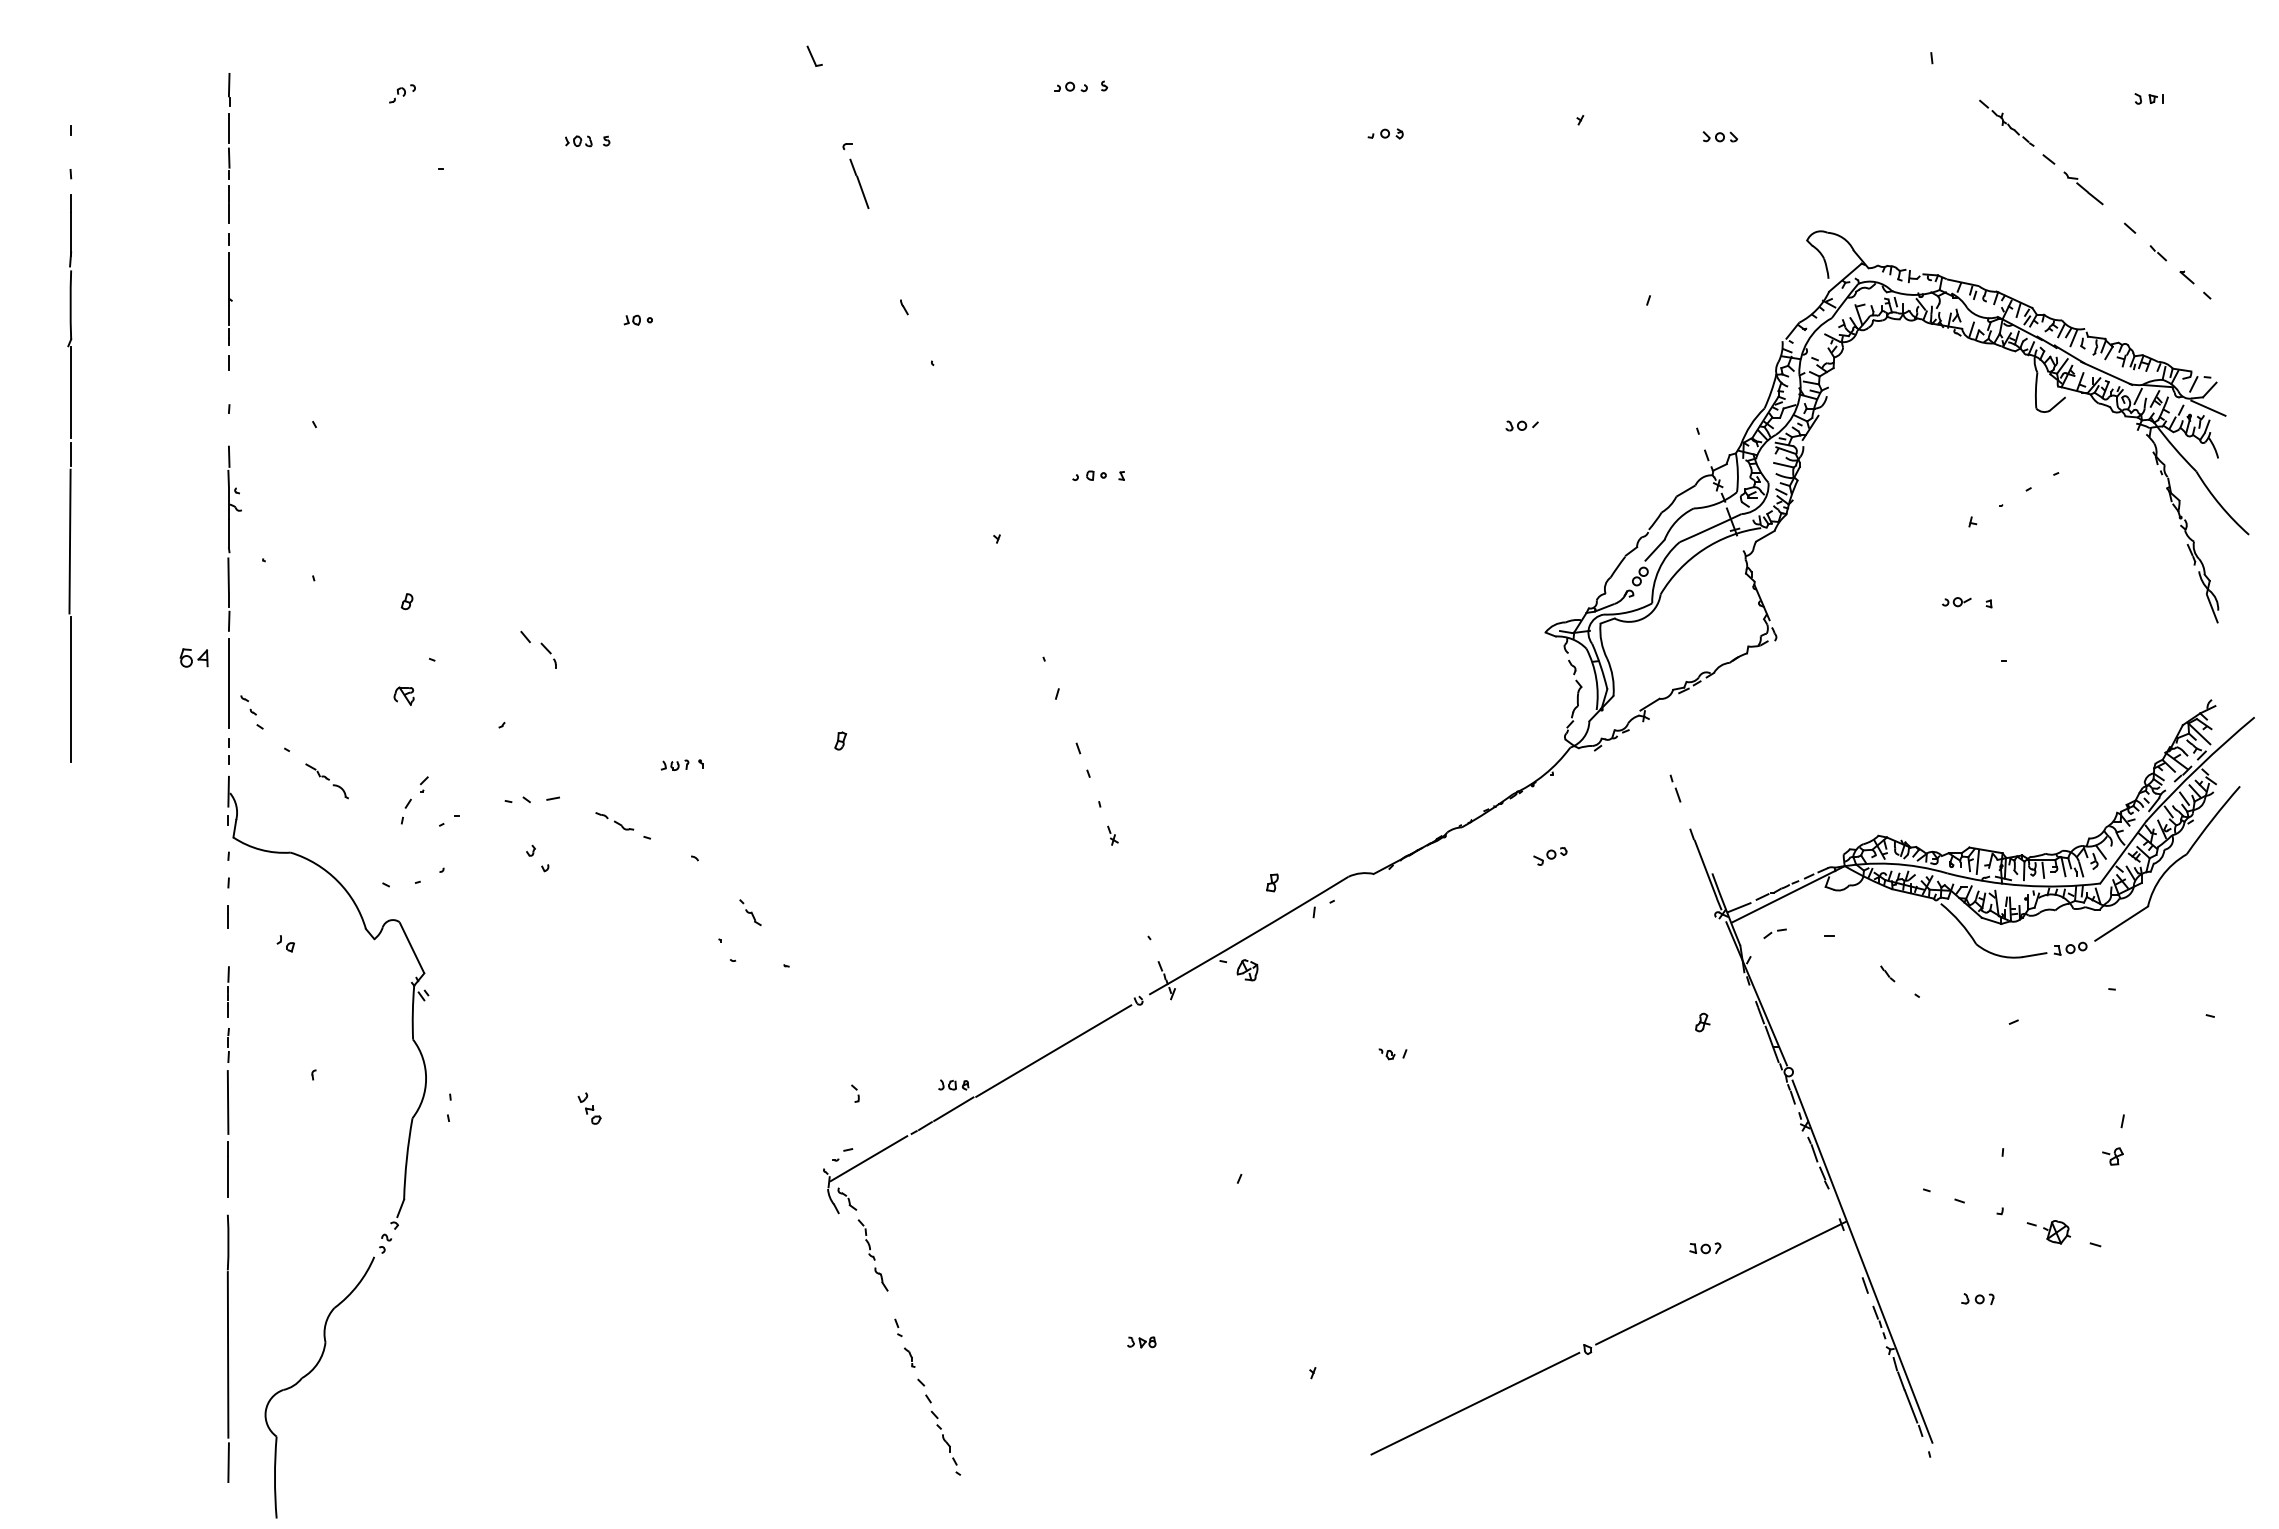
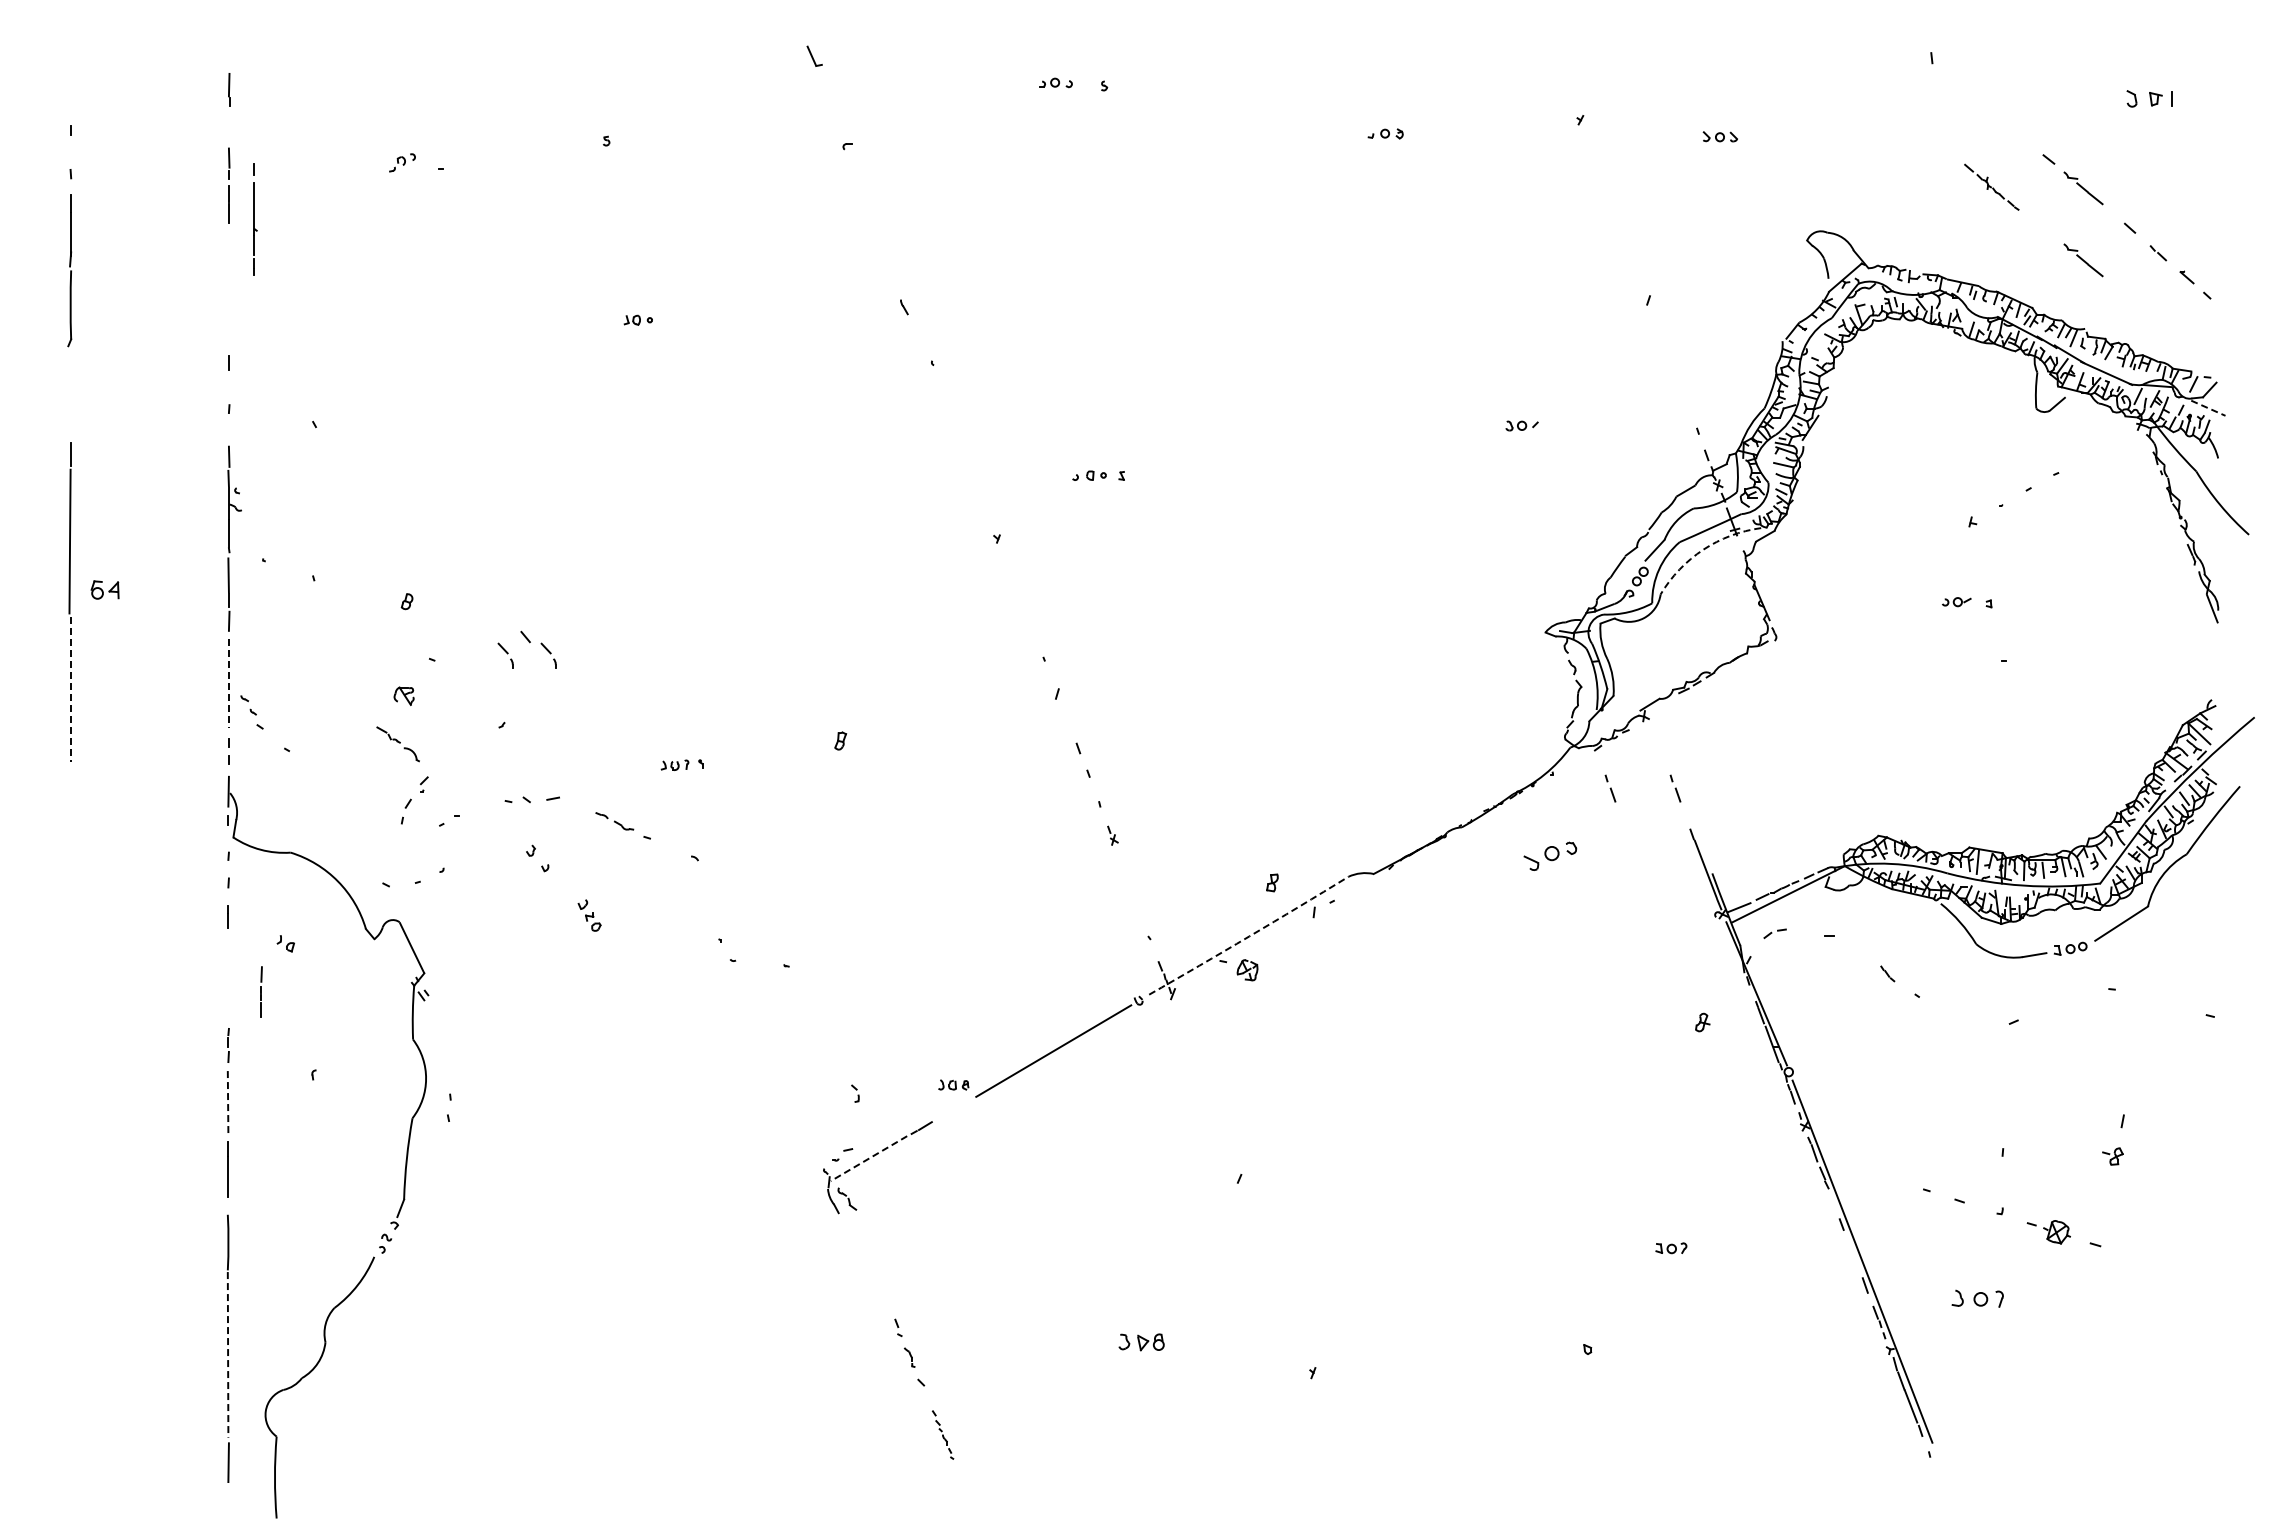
part at (1070, 86) position: (1070, 86) -> (1055, 82)
part at (402, 93) position: (402, 93) -> (402, 162)
part at (2148, 98) size: 30x12 px -> 47x18 px
part at (2006, 122) position: (2006, 122) -> (1991, 186)
line at (228, 127): present -> none
part at (578, 141): present -> none
line at (859, 183): present -> none
part at (2083, 260): none -> present
part at (230, 289) position: (230, 289) -> (255, 219)
line at (70, 392): present -> none
line at (2208, 408): solid -> dashed
arc at (1703, 549): solid -> dashed
part at (505, 655): none -> present
part at (193, 657) position: (193, 657) -> (104, 589)
line at (228, 683): solid -> dashed
line at (70, 689): solid -> dashed
part at (326, 781) position: (326, 781) -> (397, 744)
part at (1610, 788): none -> present
part at (1550, 856) size: 35x19 px -> 55x30 px
part at (750, 912): present -> none
arc at (1249, 936): solid -> dashed
line at (228, 991) position: (228, 991) -> (261, 991)
part at (1392, 1054): present -> none
line at (228, 1102): solid -> dashed
part at (589, 1108) position: (589, 1108) -> (589, 915)
line at (953, 1109): present -> none
line at (868, 1158): solid -> dashed
part at (1705, 1248) position: (1705, 1248) -> (1671, 1248)
part at (872, 1255): present -> none
line at (1720, 1283): present -> none
part at (1977, 1299) size: 34x13 px -> 53x19 px
part at (1141, 1342) size: 30x13 px -> 47x19 px
line at (228, 1354): solid -> dashed
line at (1475, 1403): present -> none
part at (942, 1434) size: 36x82 px -> 24x50 px
